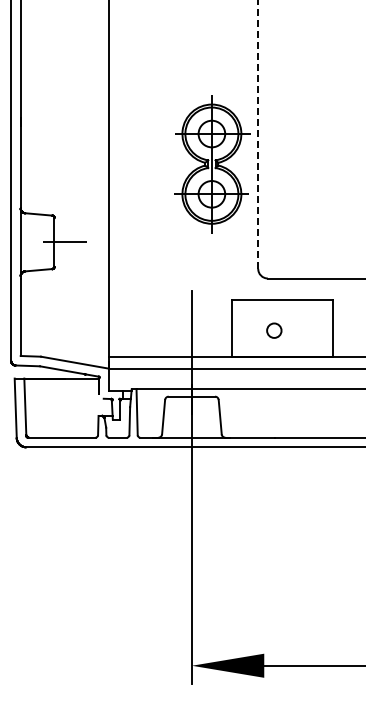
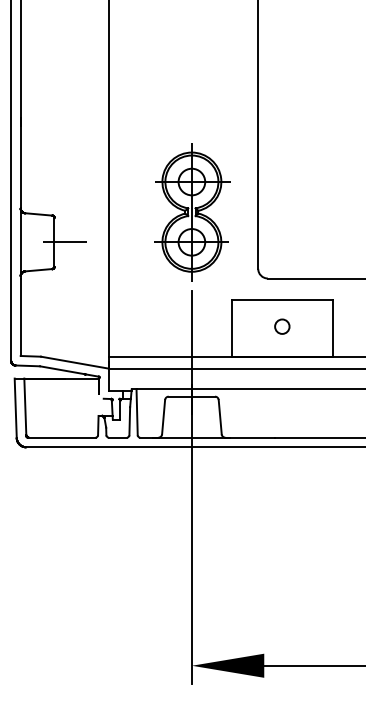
line at (258, 134): dashed -> solid
part at (212, 164) position: (212, 164) -> (192, 212)
circle at (274, 330) position: (274, 330) -> (282, 326)
